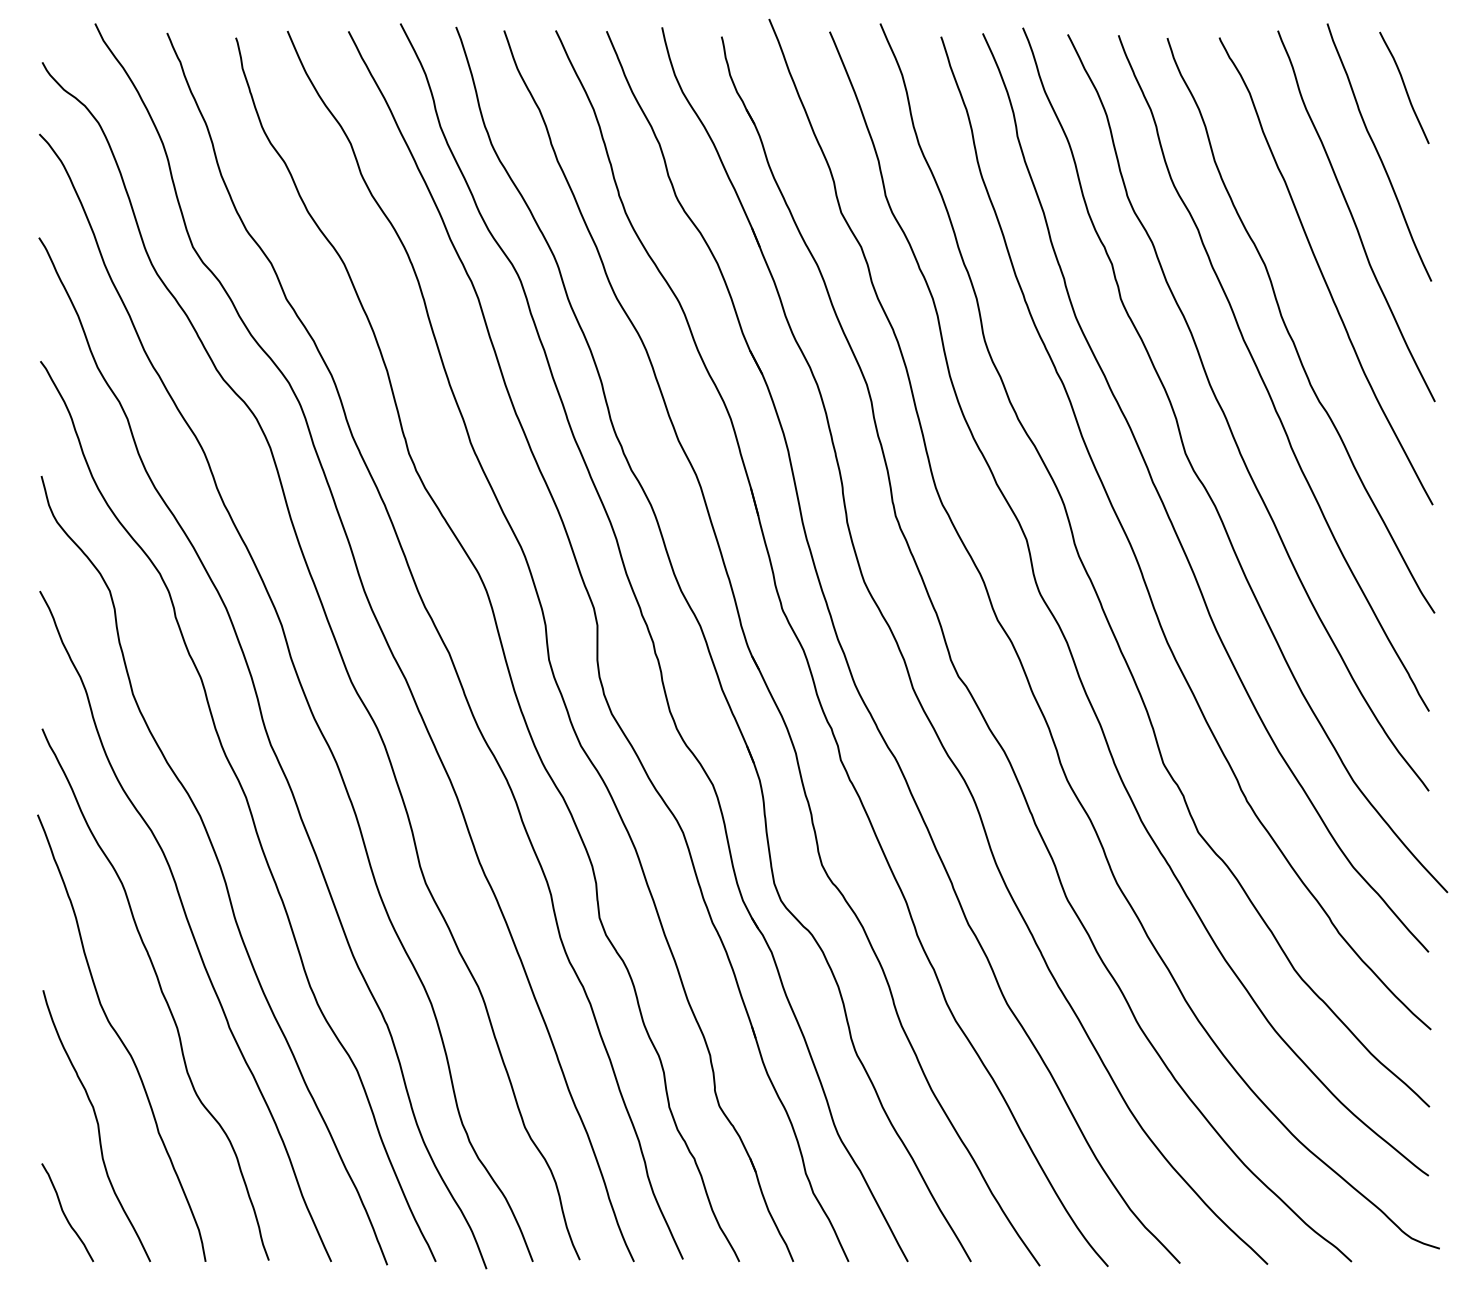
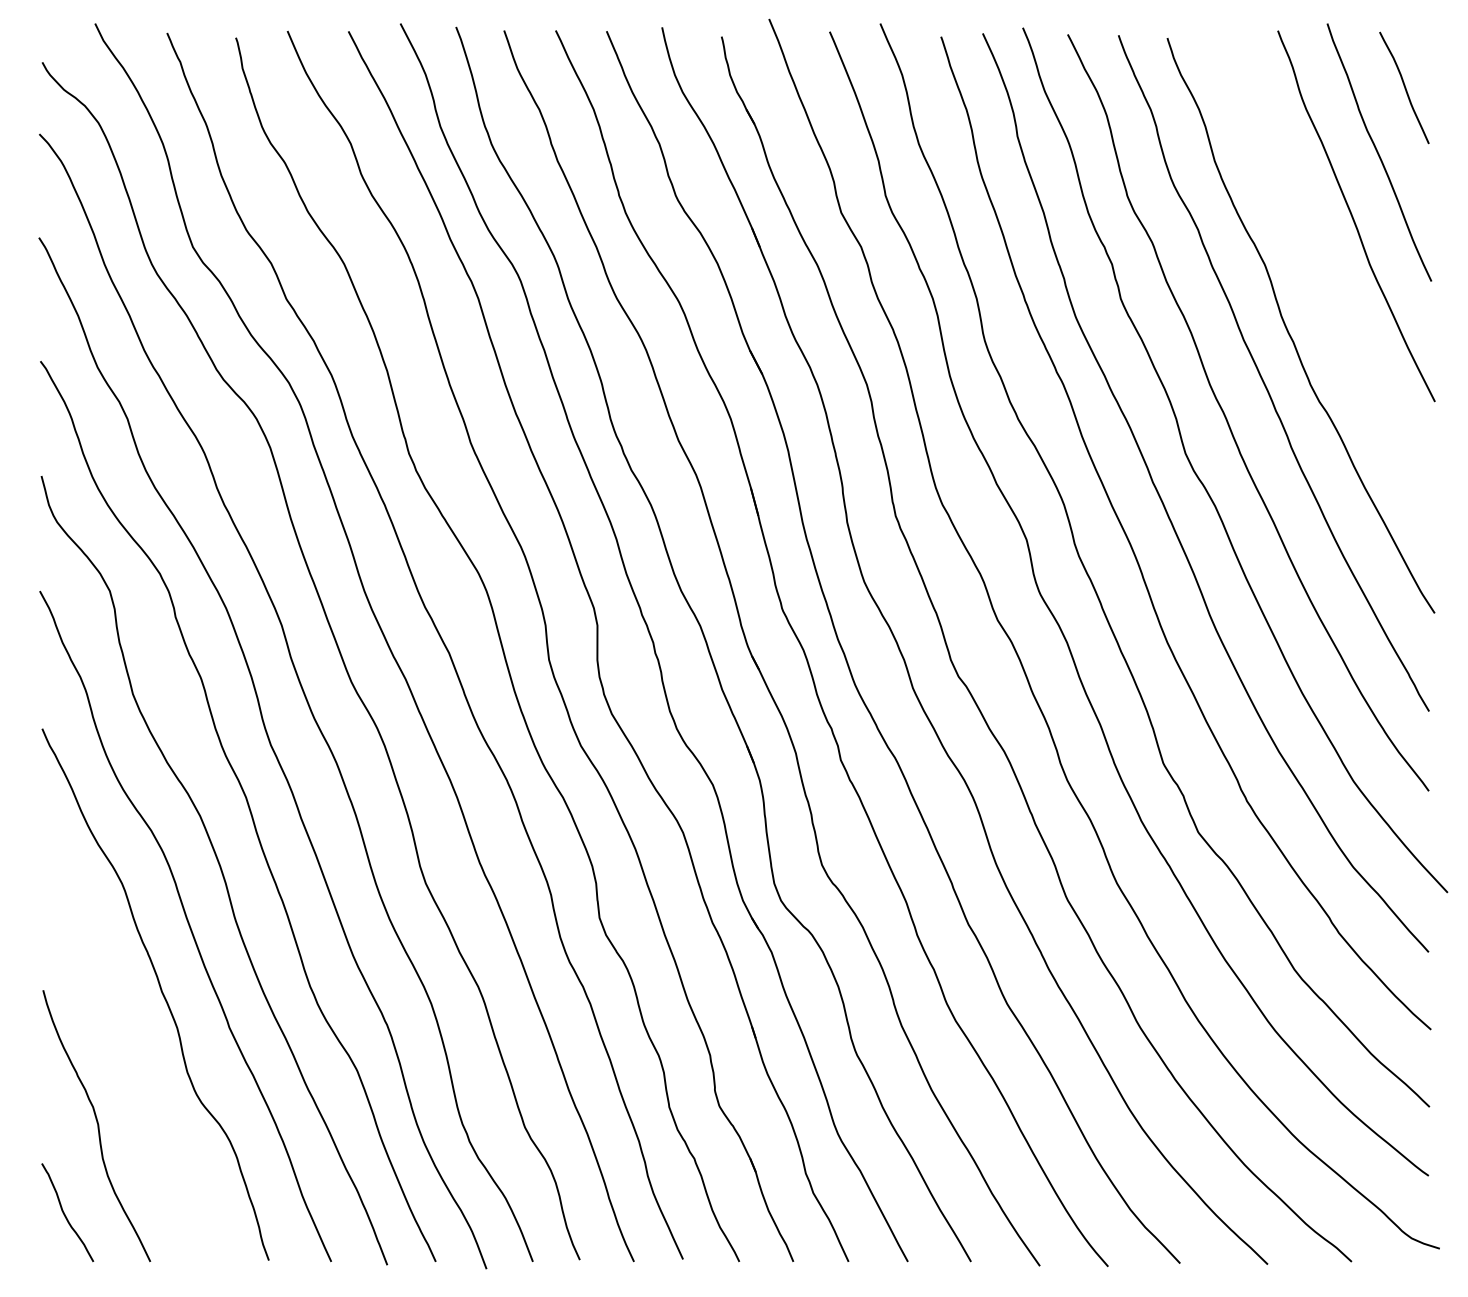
curve at (1322, 272): present -> none
curve at (120, 1037): present -> none
